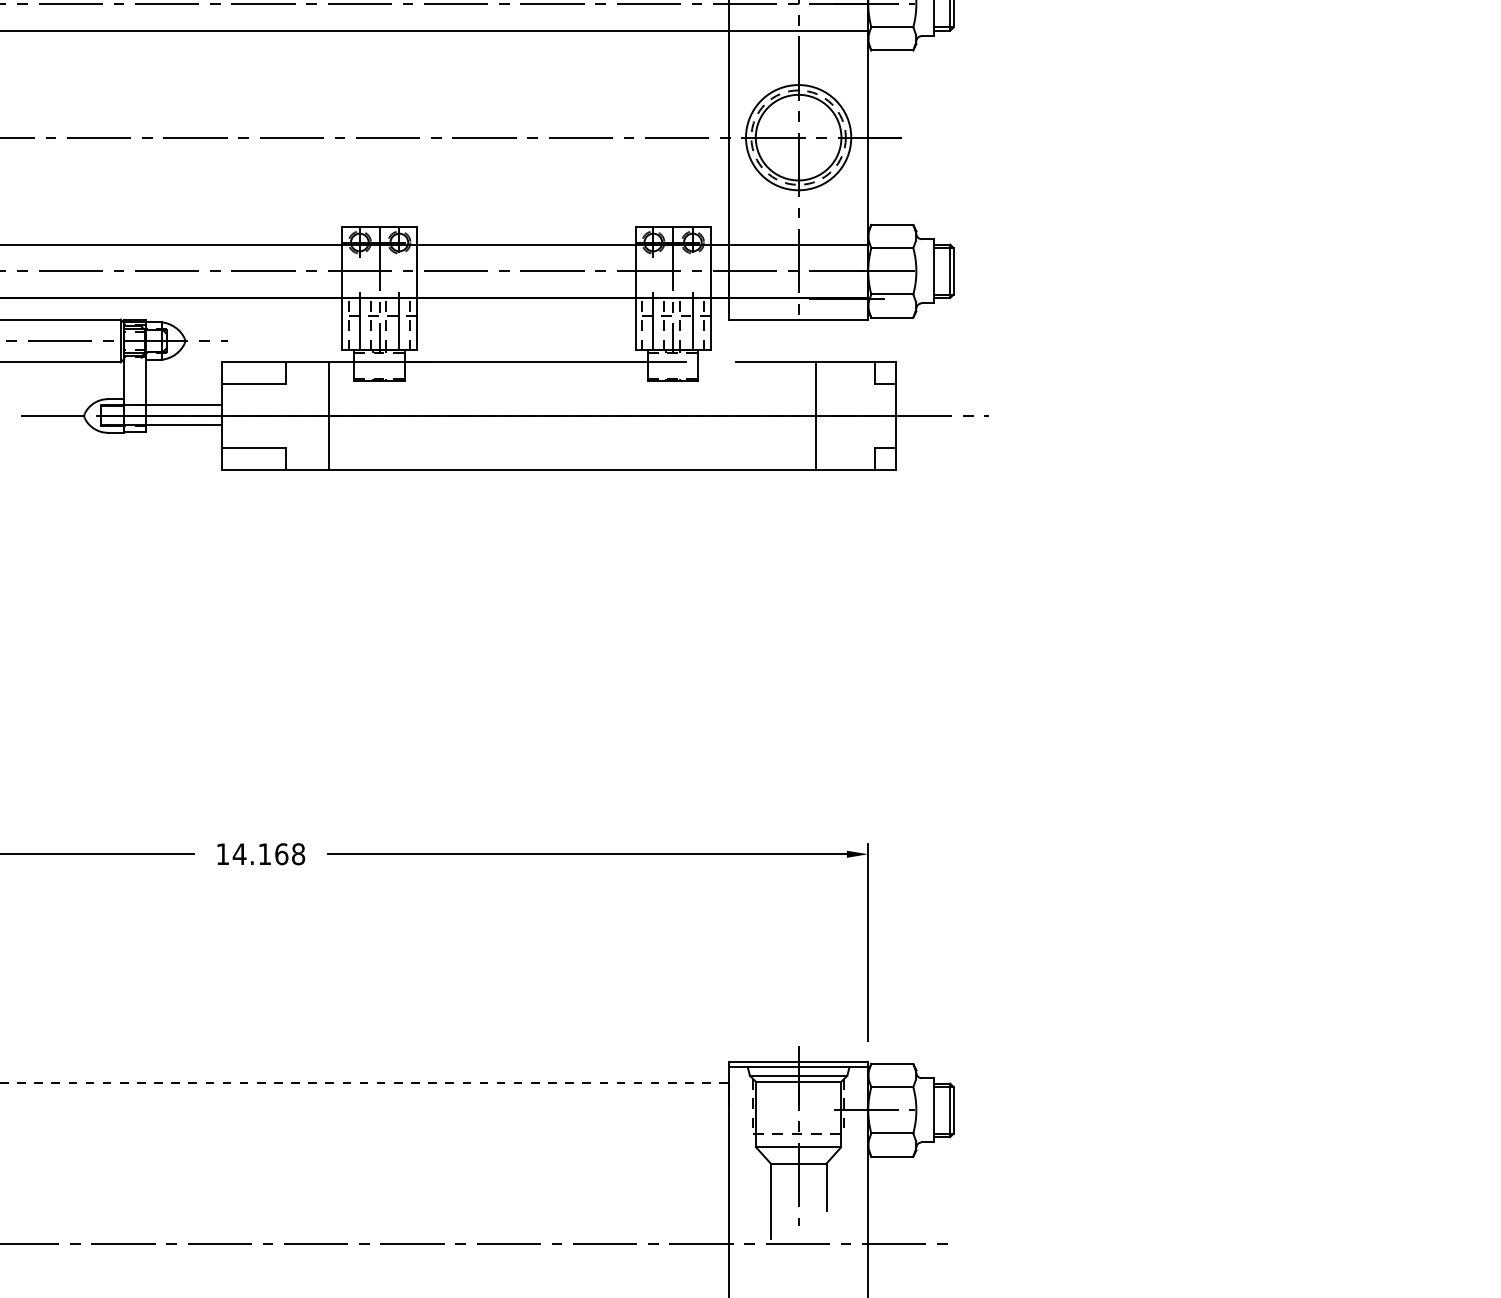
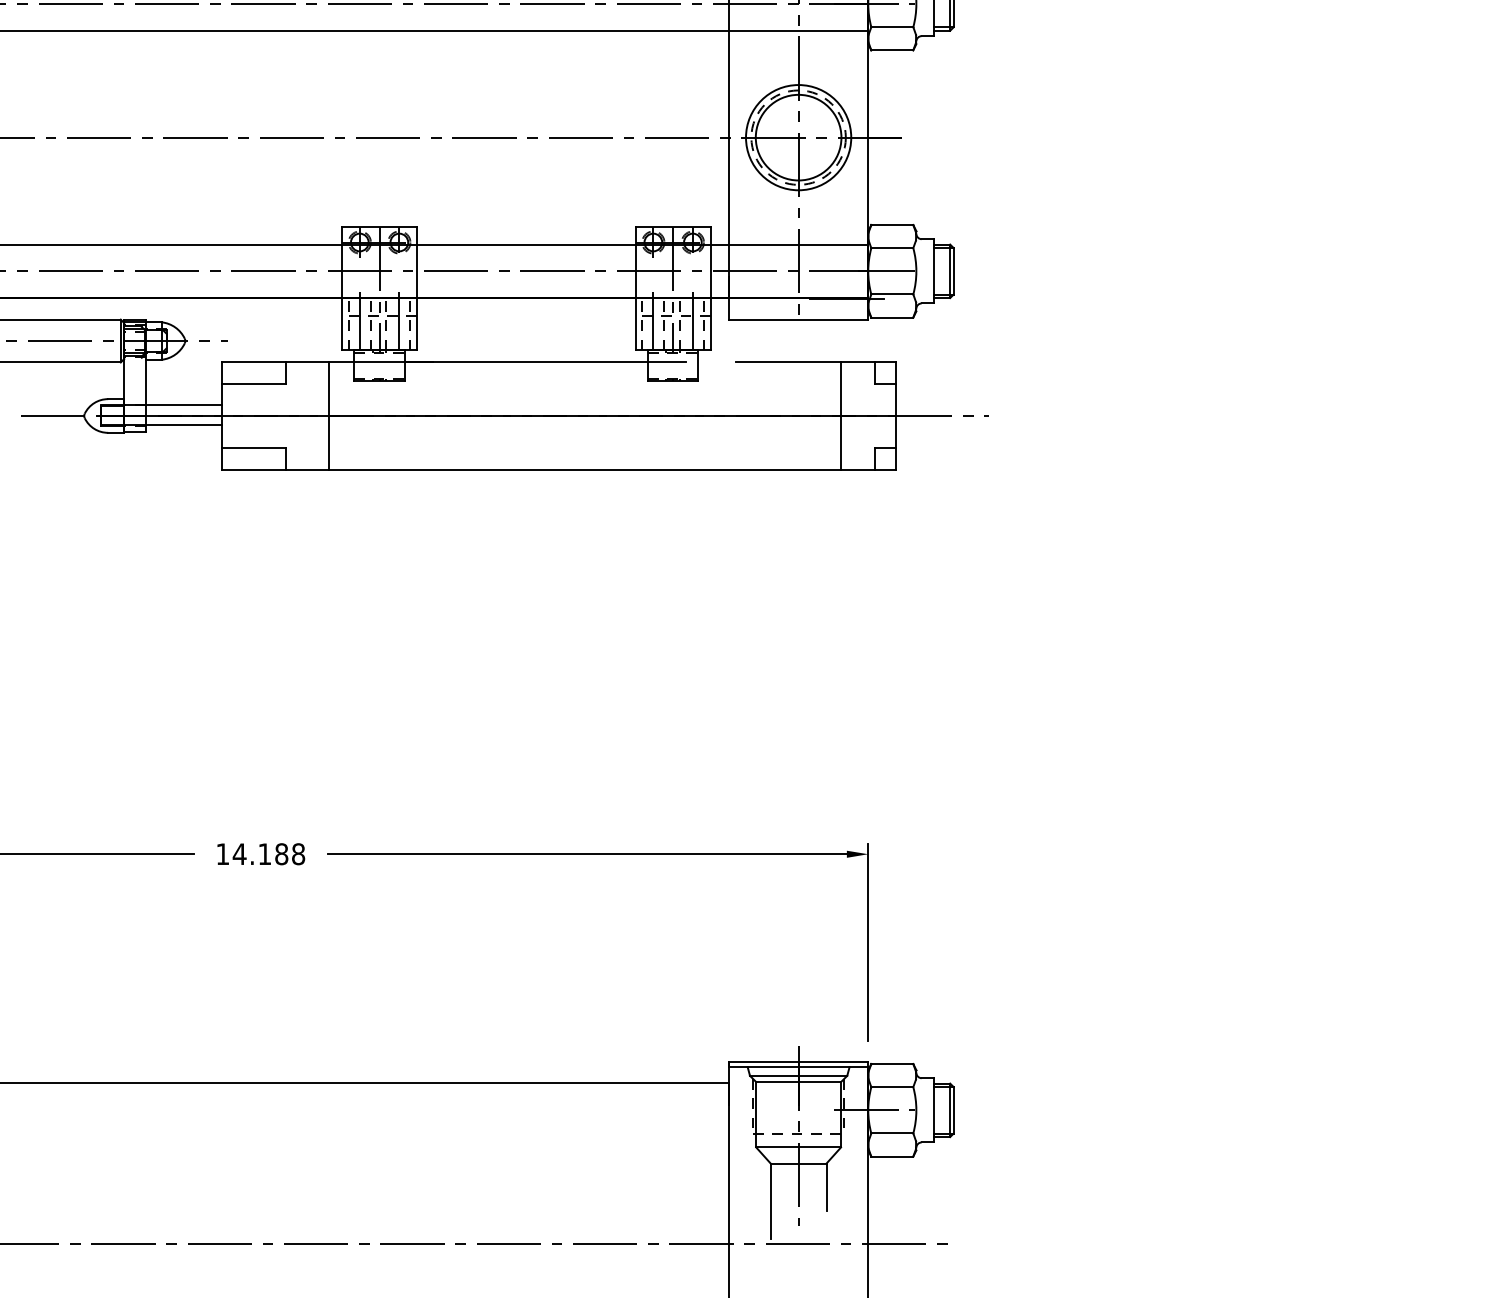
line at (815, 415) position: (815, 415) -> (840, 415)
text at (281, 854): 14.168 -> 14.188
line at (365, 1083): dashed -> solid
